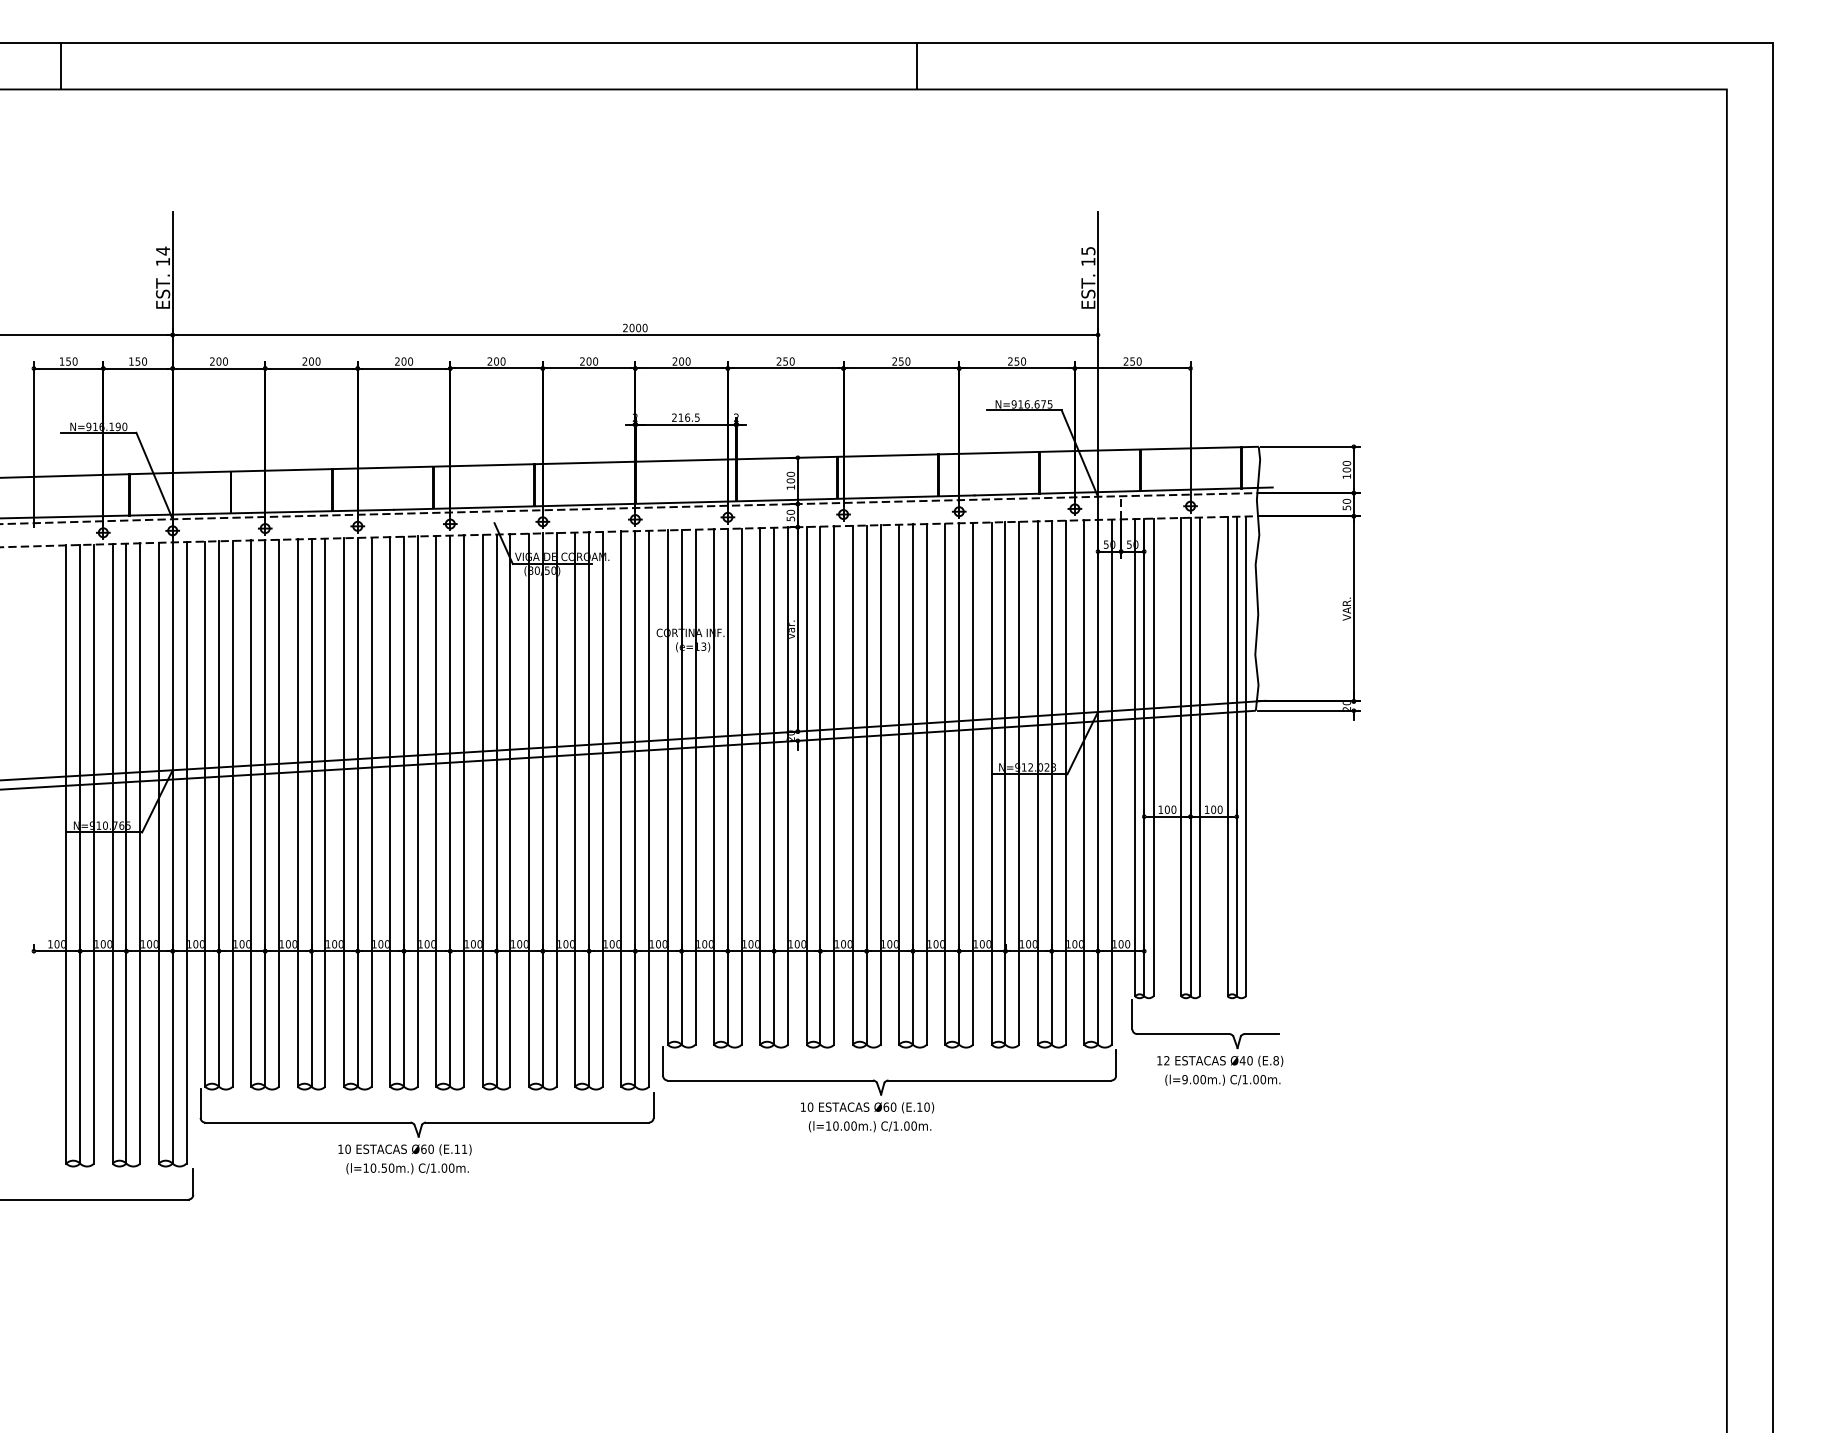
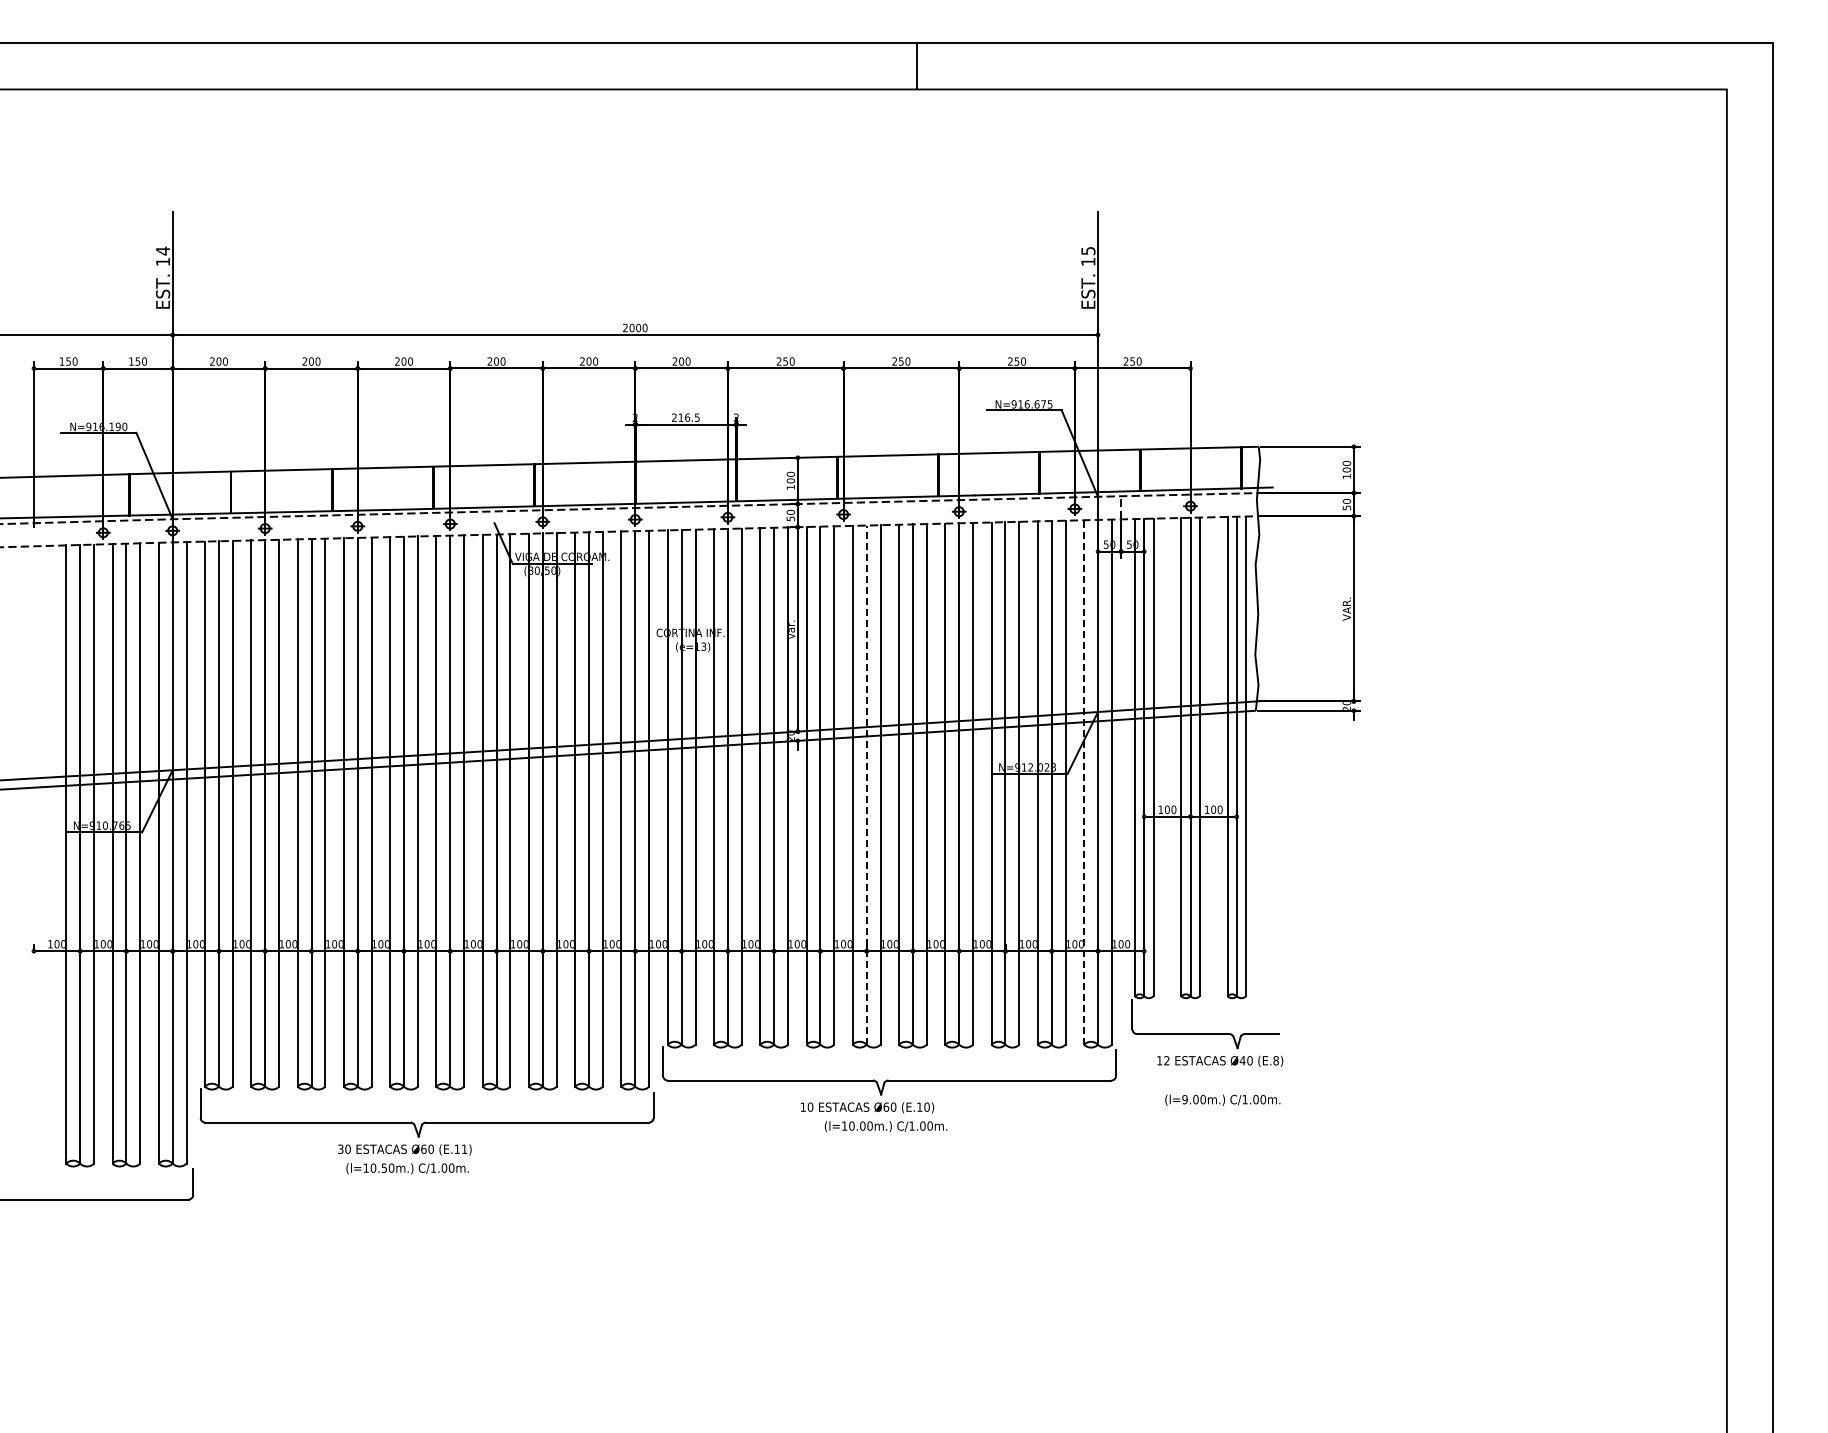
line at (61, 66): present -> none
line at (1084, 781): solid -> dashed
line at (866, 785): solid -> dashed
text at (1222, 1079) position: (1222, 1079) -> (1222, 1099)
text at (869, 1126) position: (869, 1126) -> (885, 1126)
text at (340, 1148): 10 -> 30
